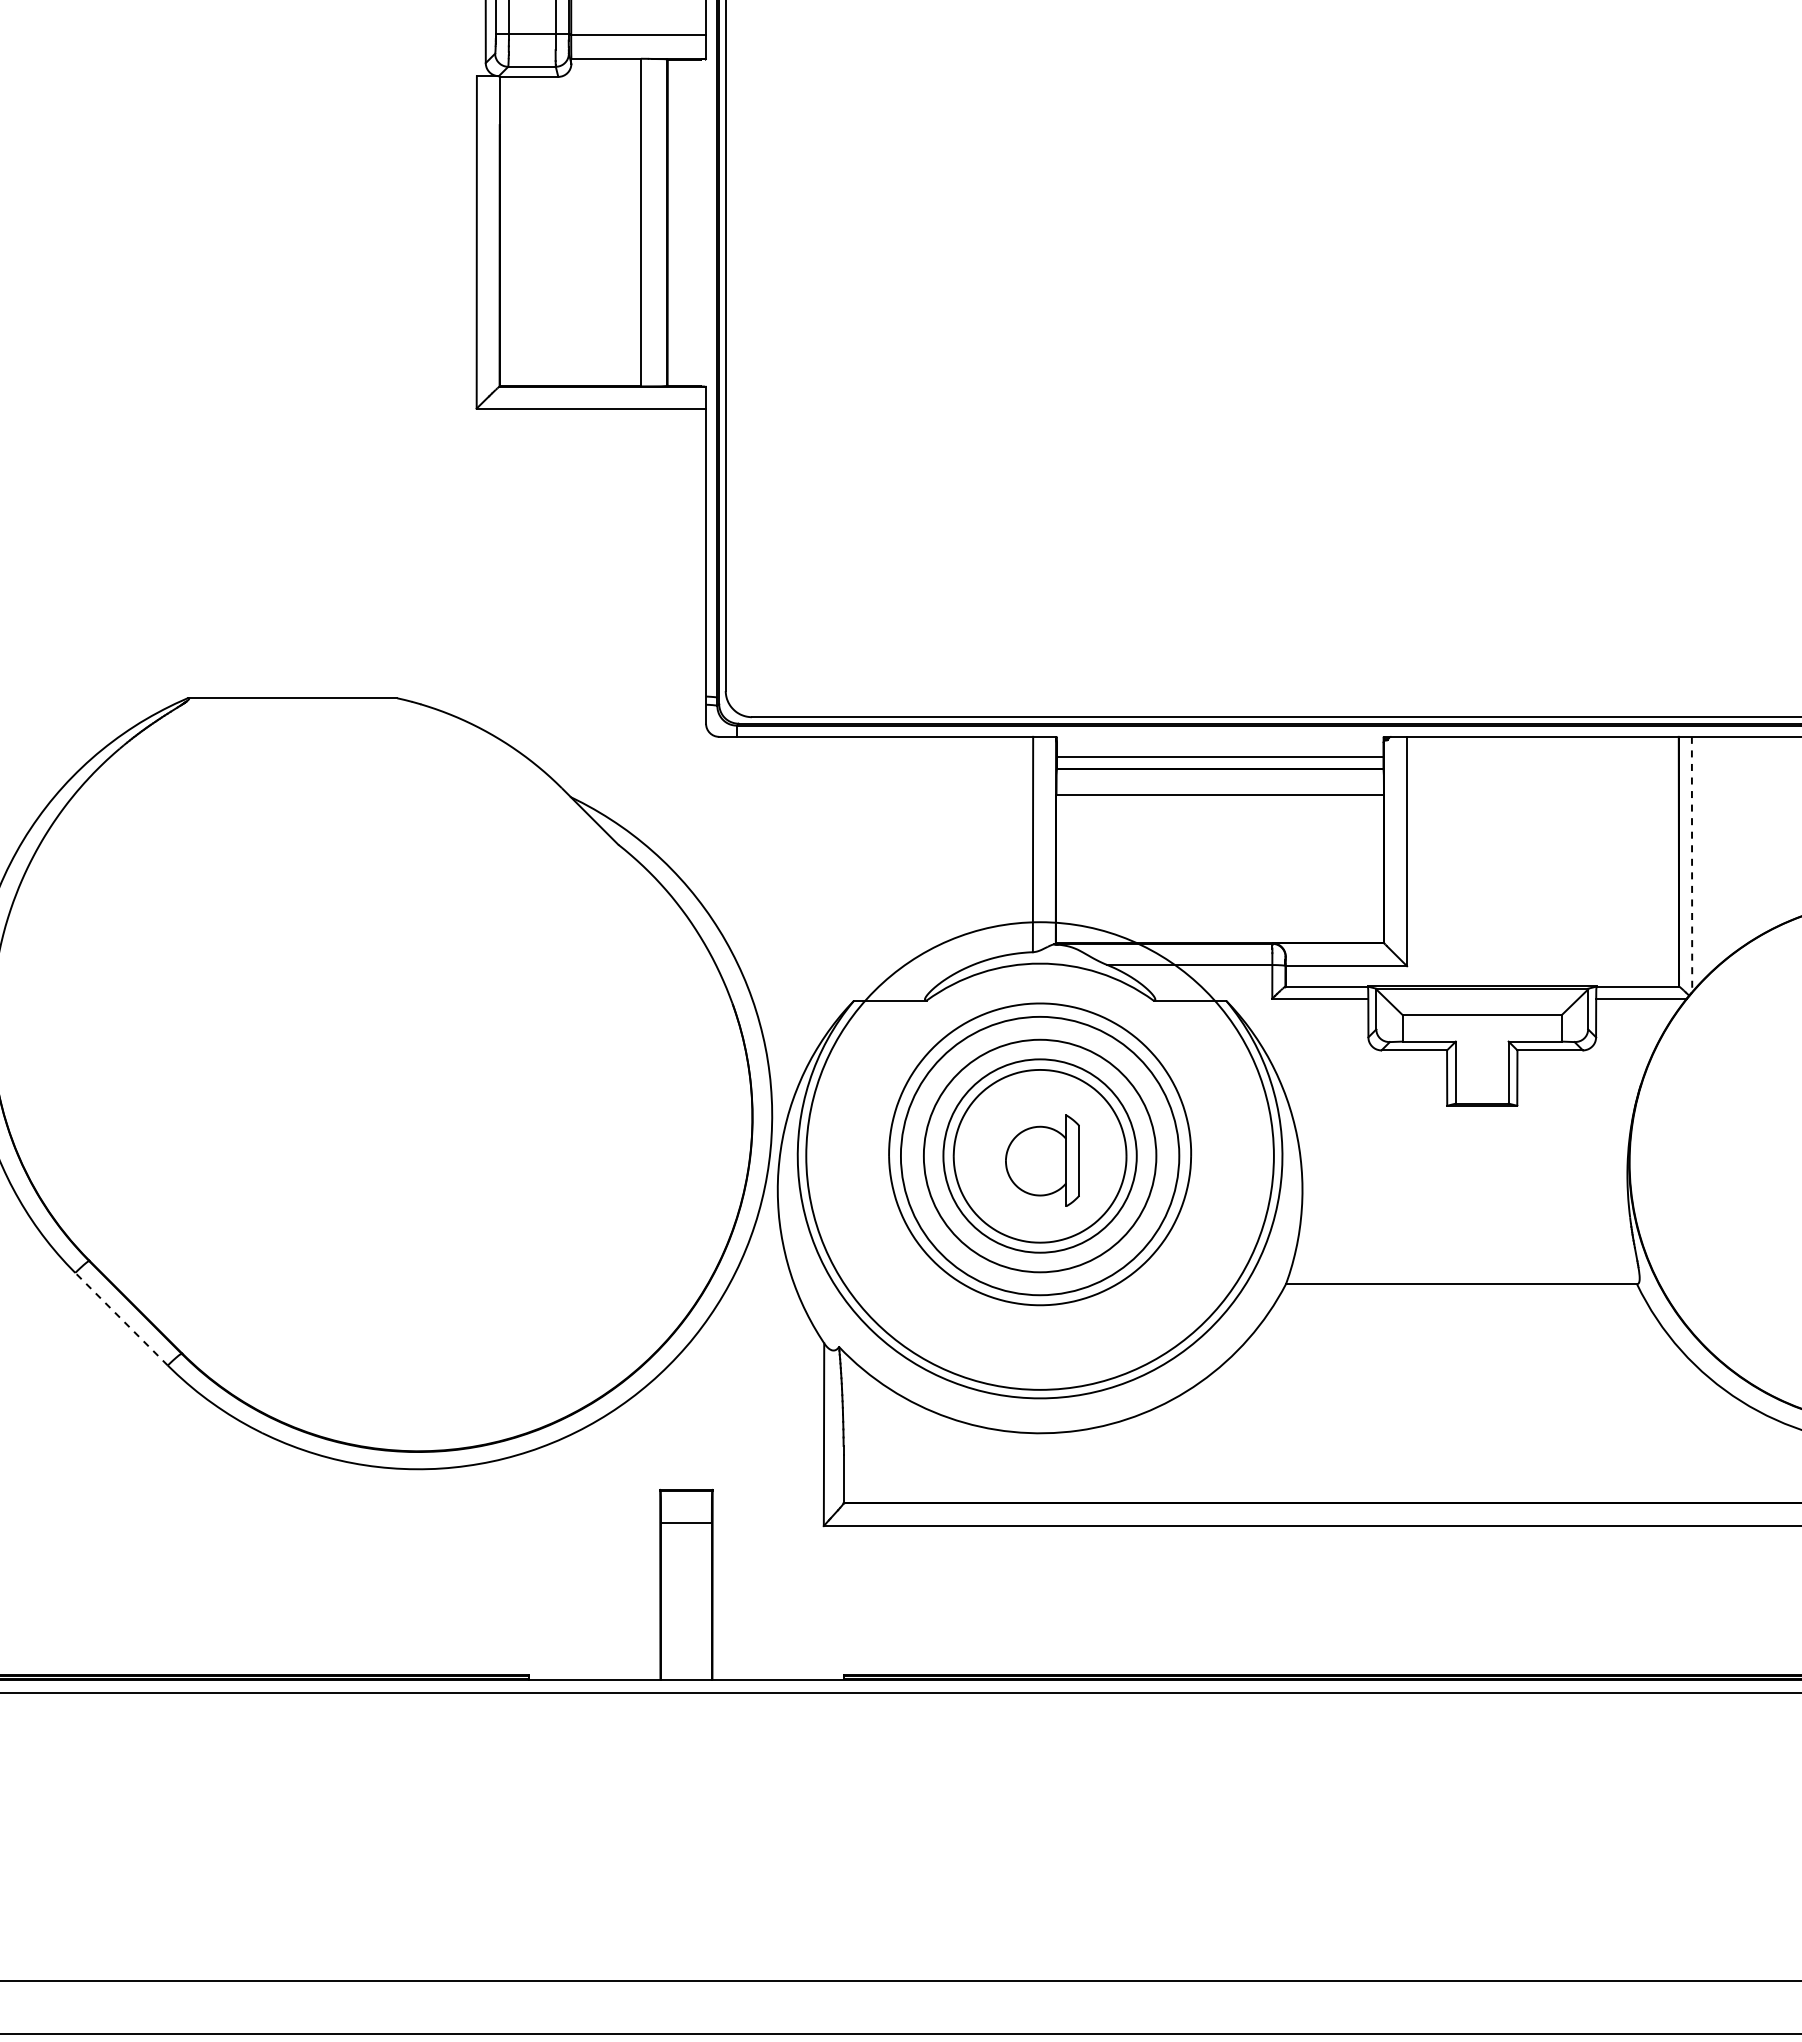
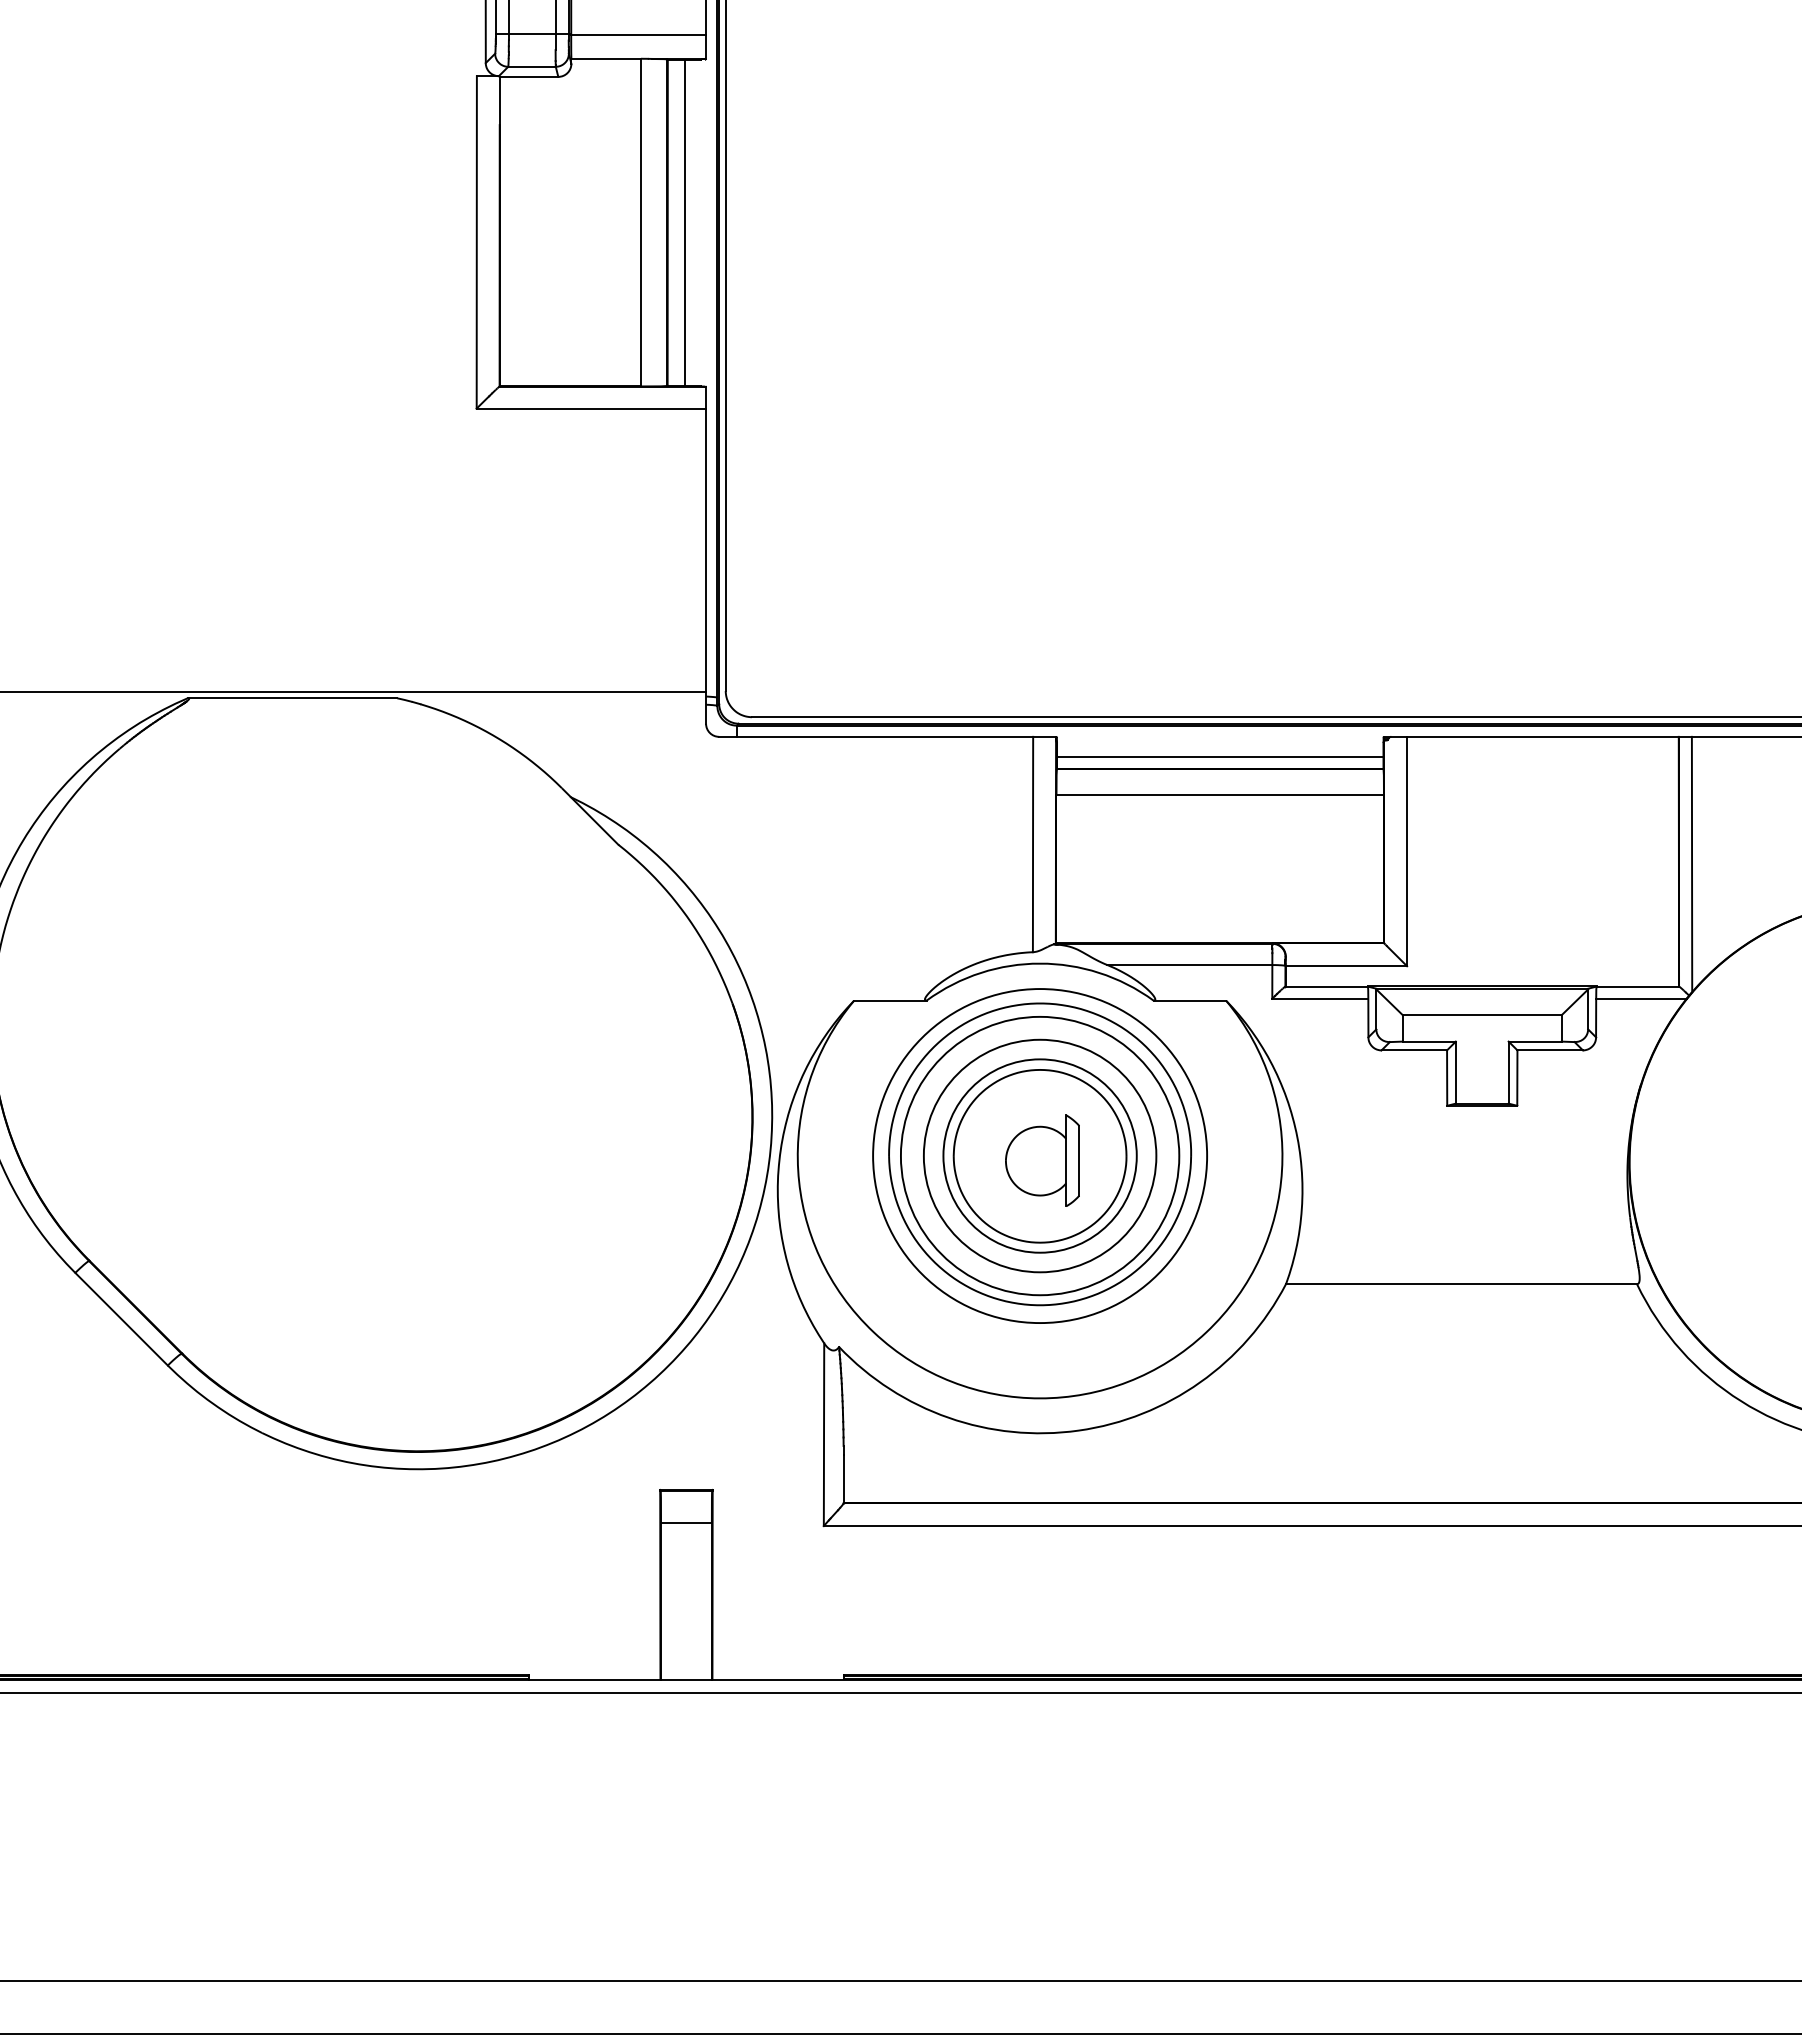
line at (684, 222): none -> present
line at (354, 692): none -> present
line at (1692, 864): dashed -> solid
circle at (1039, 1155) diameter: 468 px -> 334 px
line at (121, 1318): dashed -> solid
